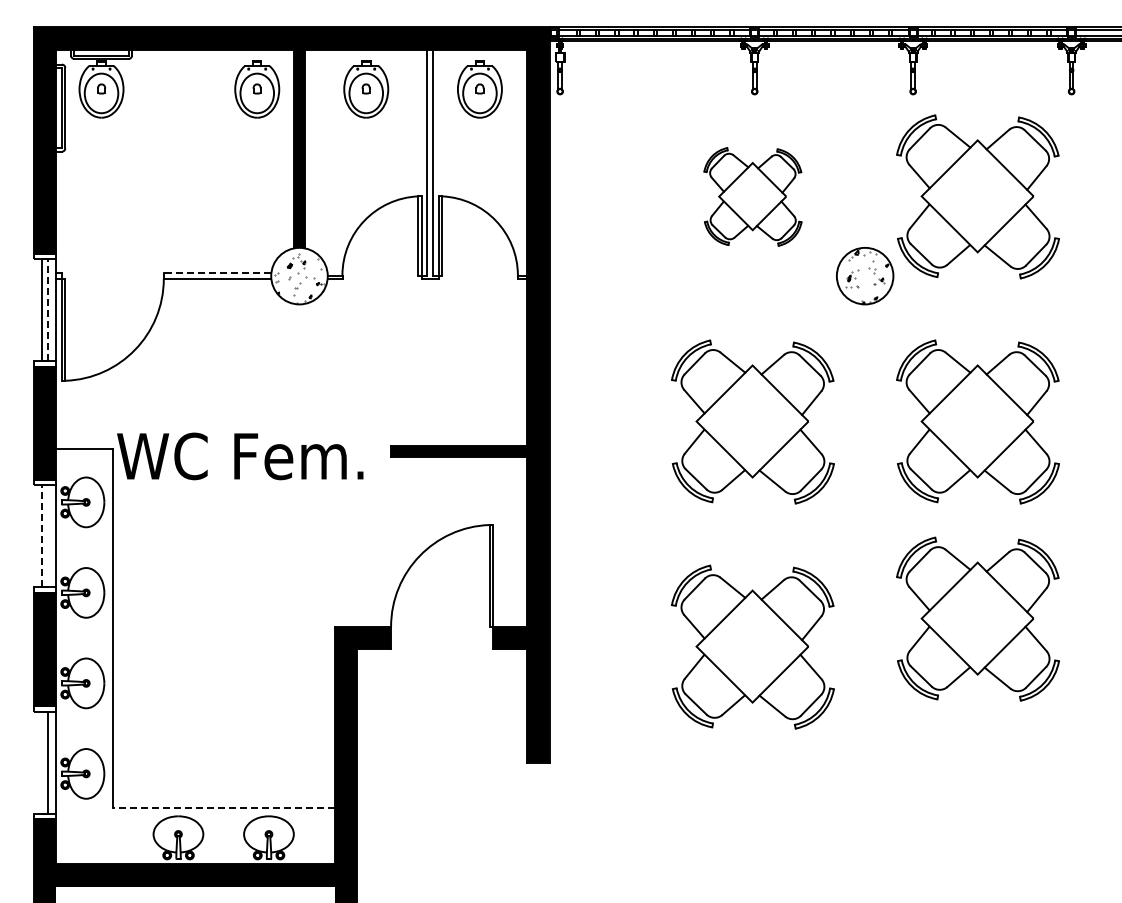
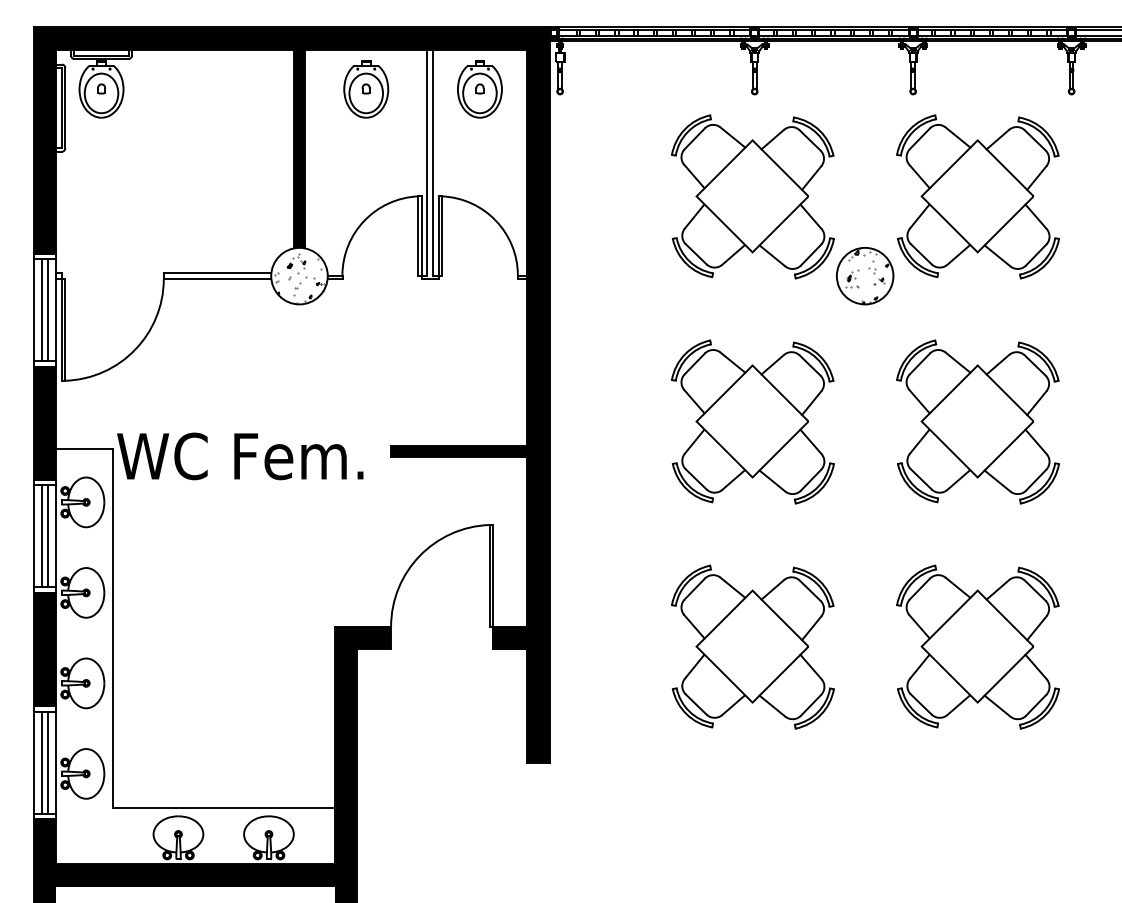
part at (257, 89): present -> none
part at (752, 196) size: 100x100 px -> 164x166 px
line at (217, 273): dashed -> solid
line at (33, 309): none -> present
line at (47, 310): dashed -> solid
line at (33, 536): none -> present
line at (42, 536): dashed -> solid
line at (47, 536): none -> present
part at (977, 618) position: (977, 618) -> (977, 646)
line at (33, 762): none -> present
line at (42, 762): none -> present
line at (223, 807): dashed -> solid
